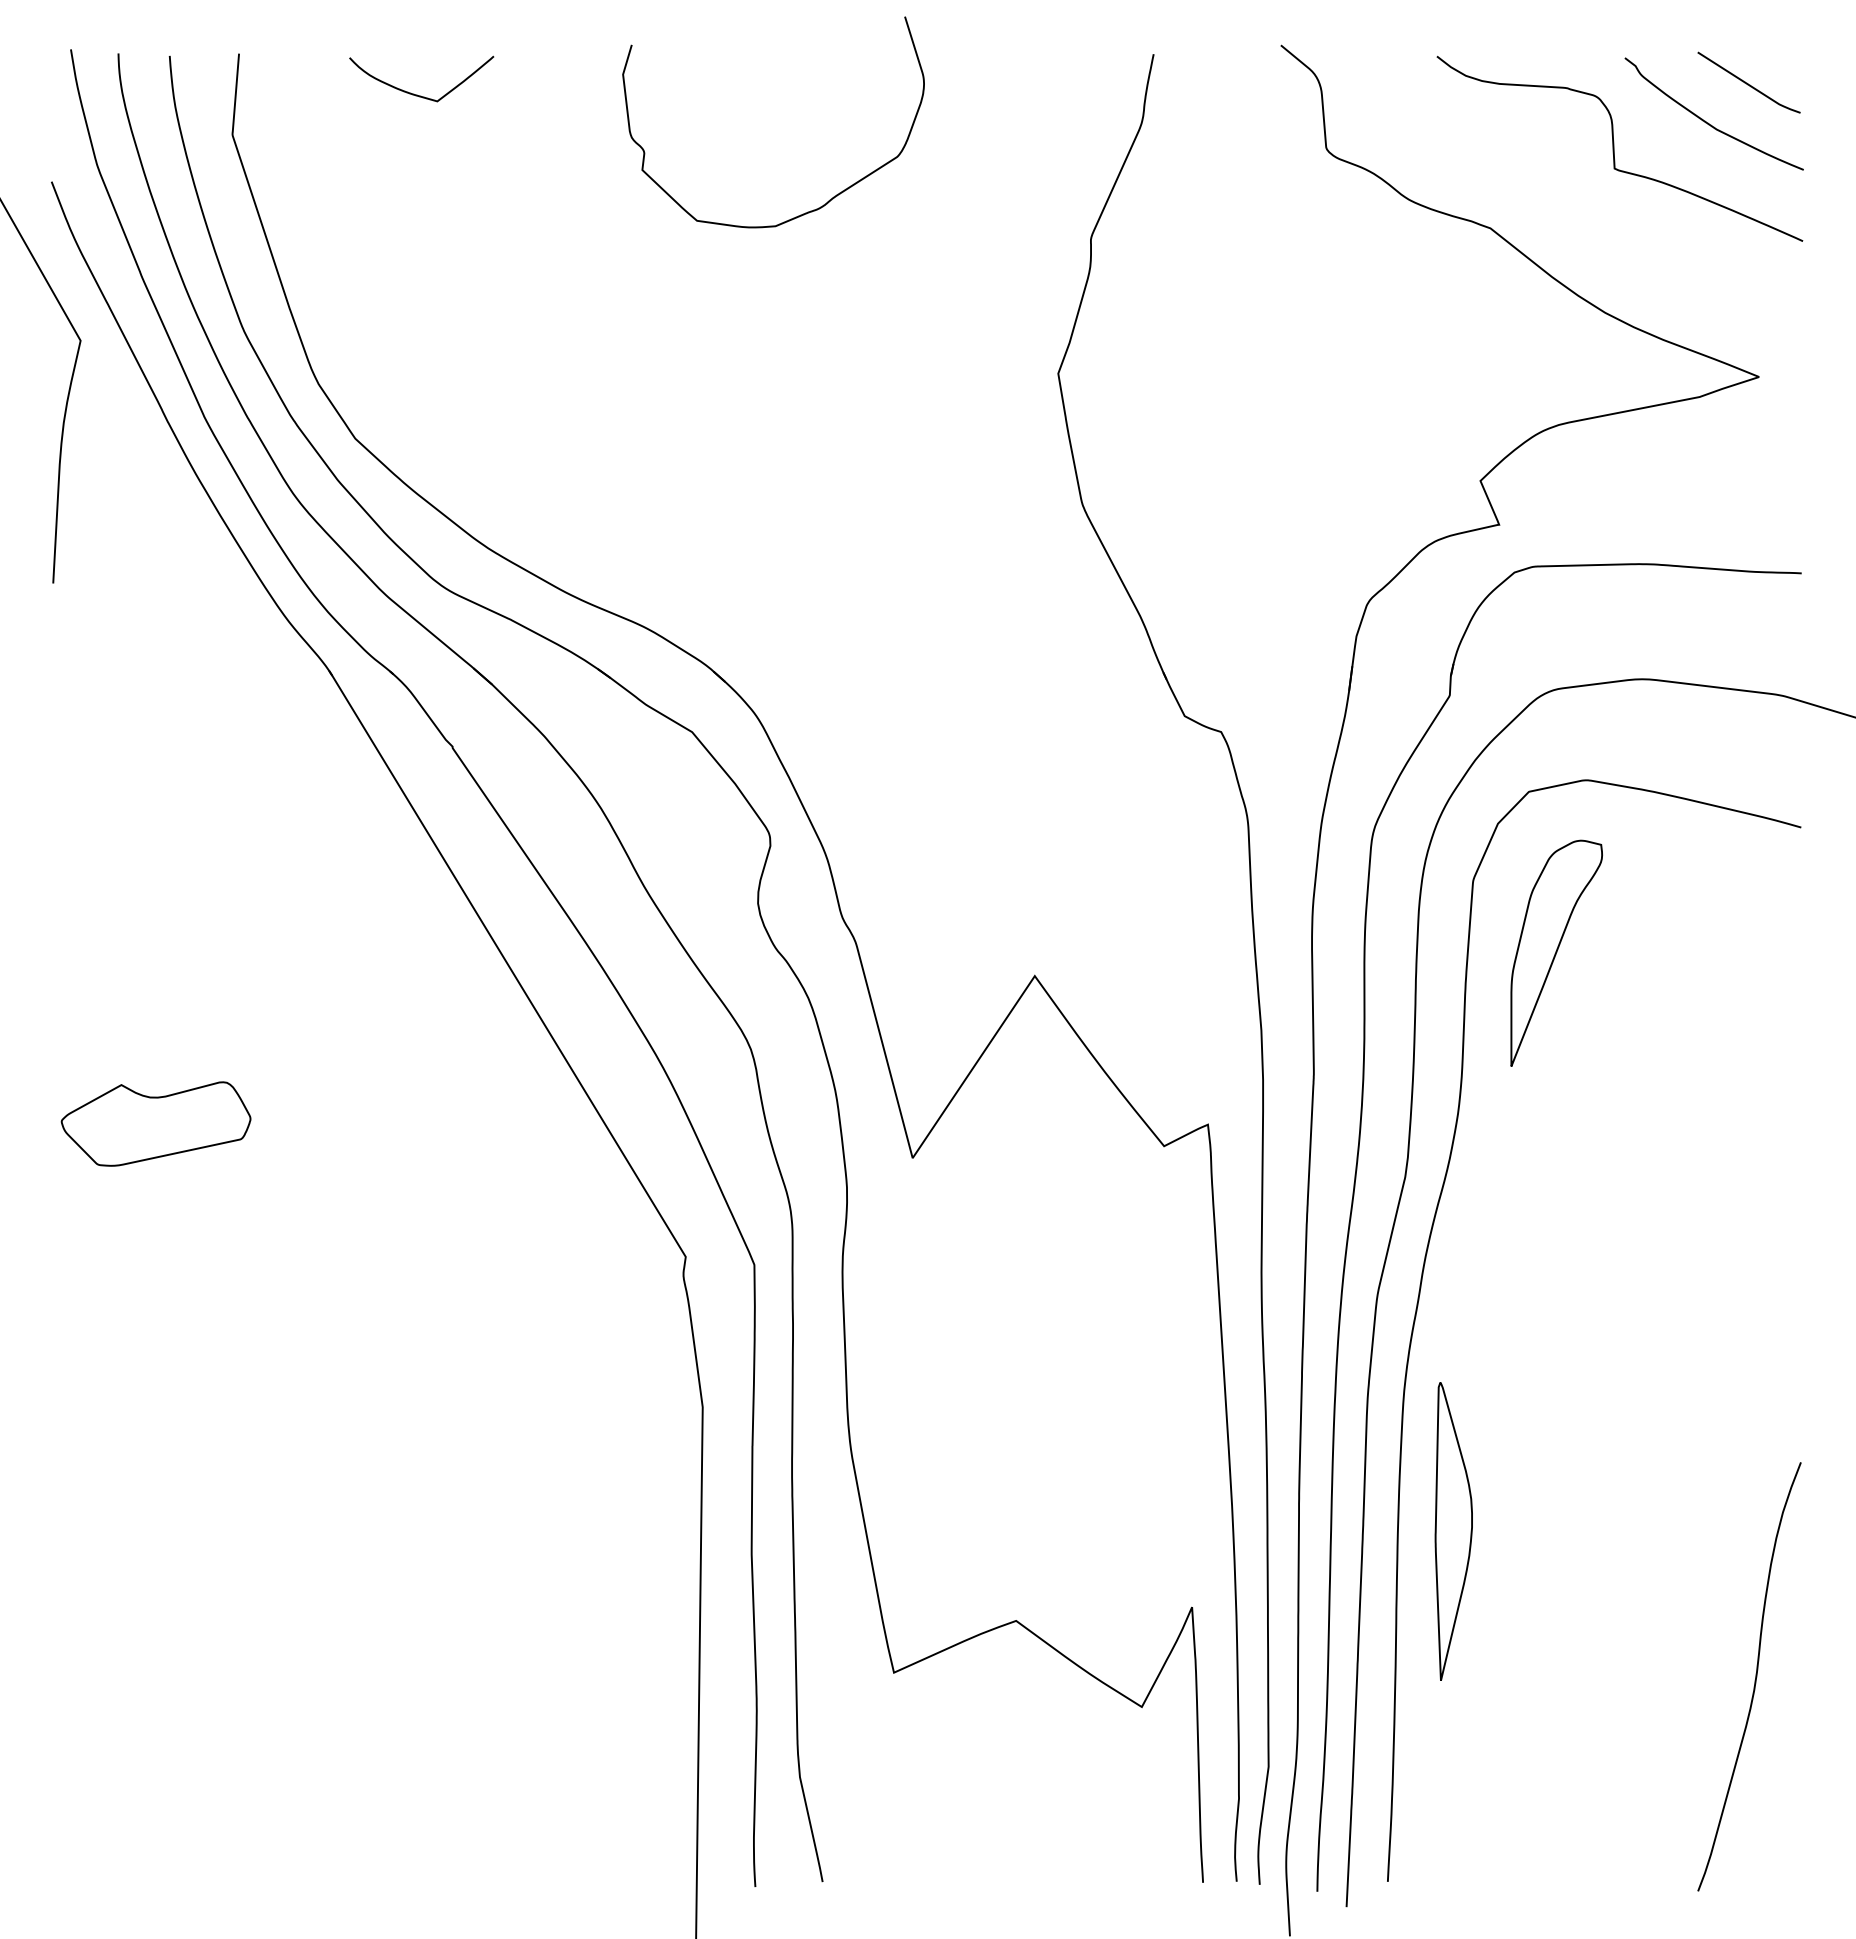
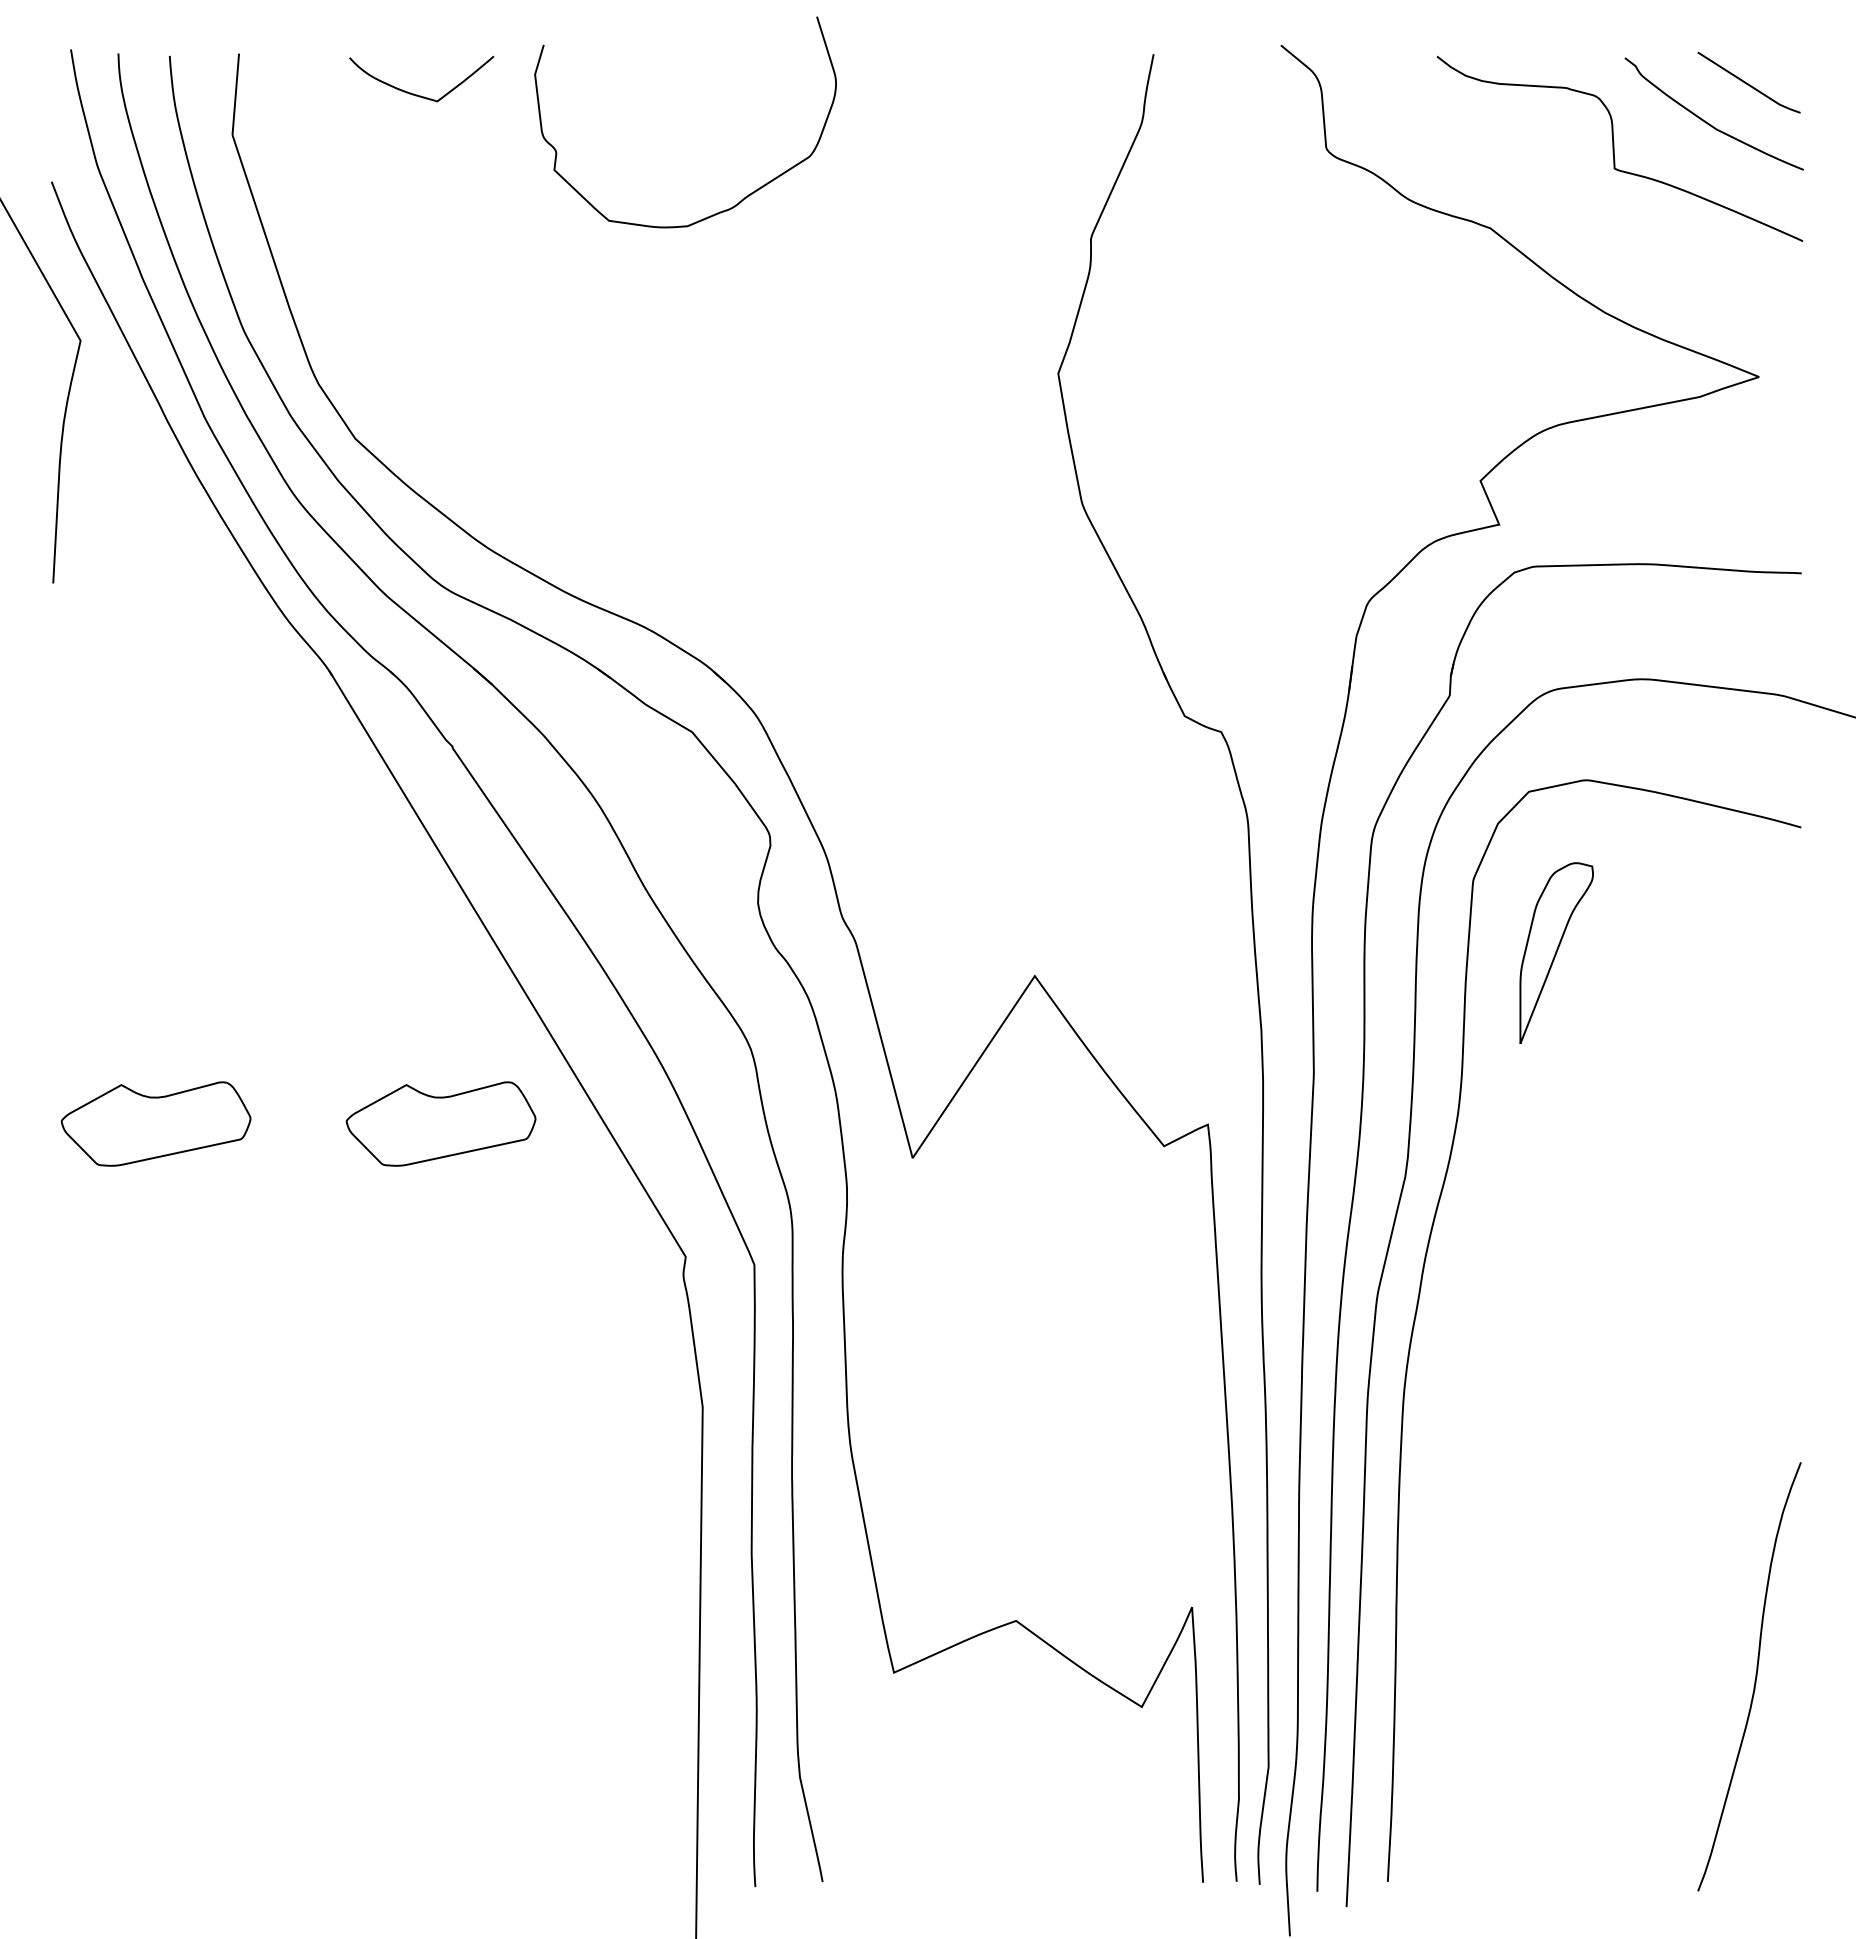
curve at (829, 199) position: (829, 199) -> (741, 199)
part at (1556, 952) size: 93x228 px -> 75x182 px
part at (440, 1123): none -> present
part at (1453, 1531): present -> none
